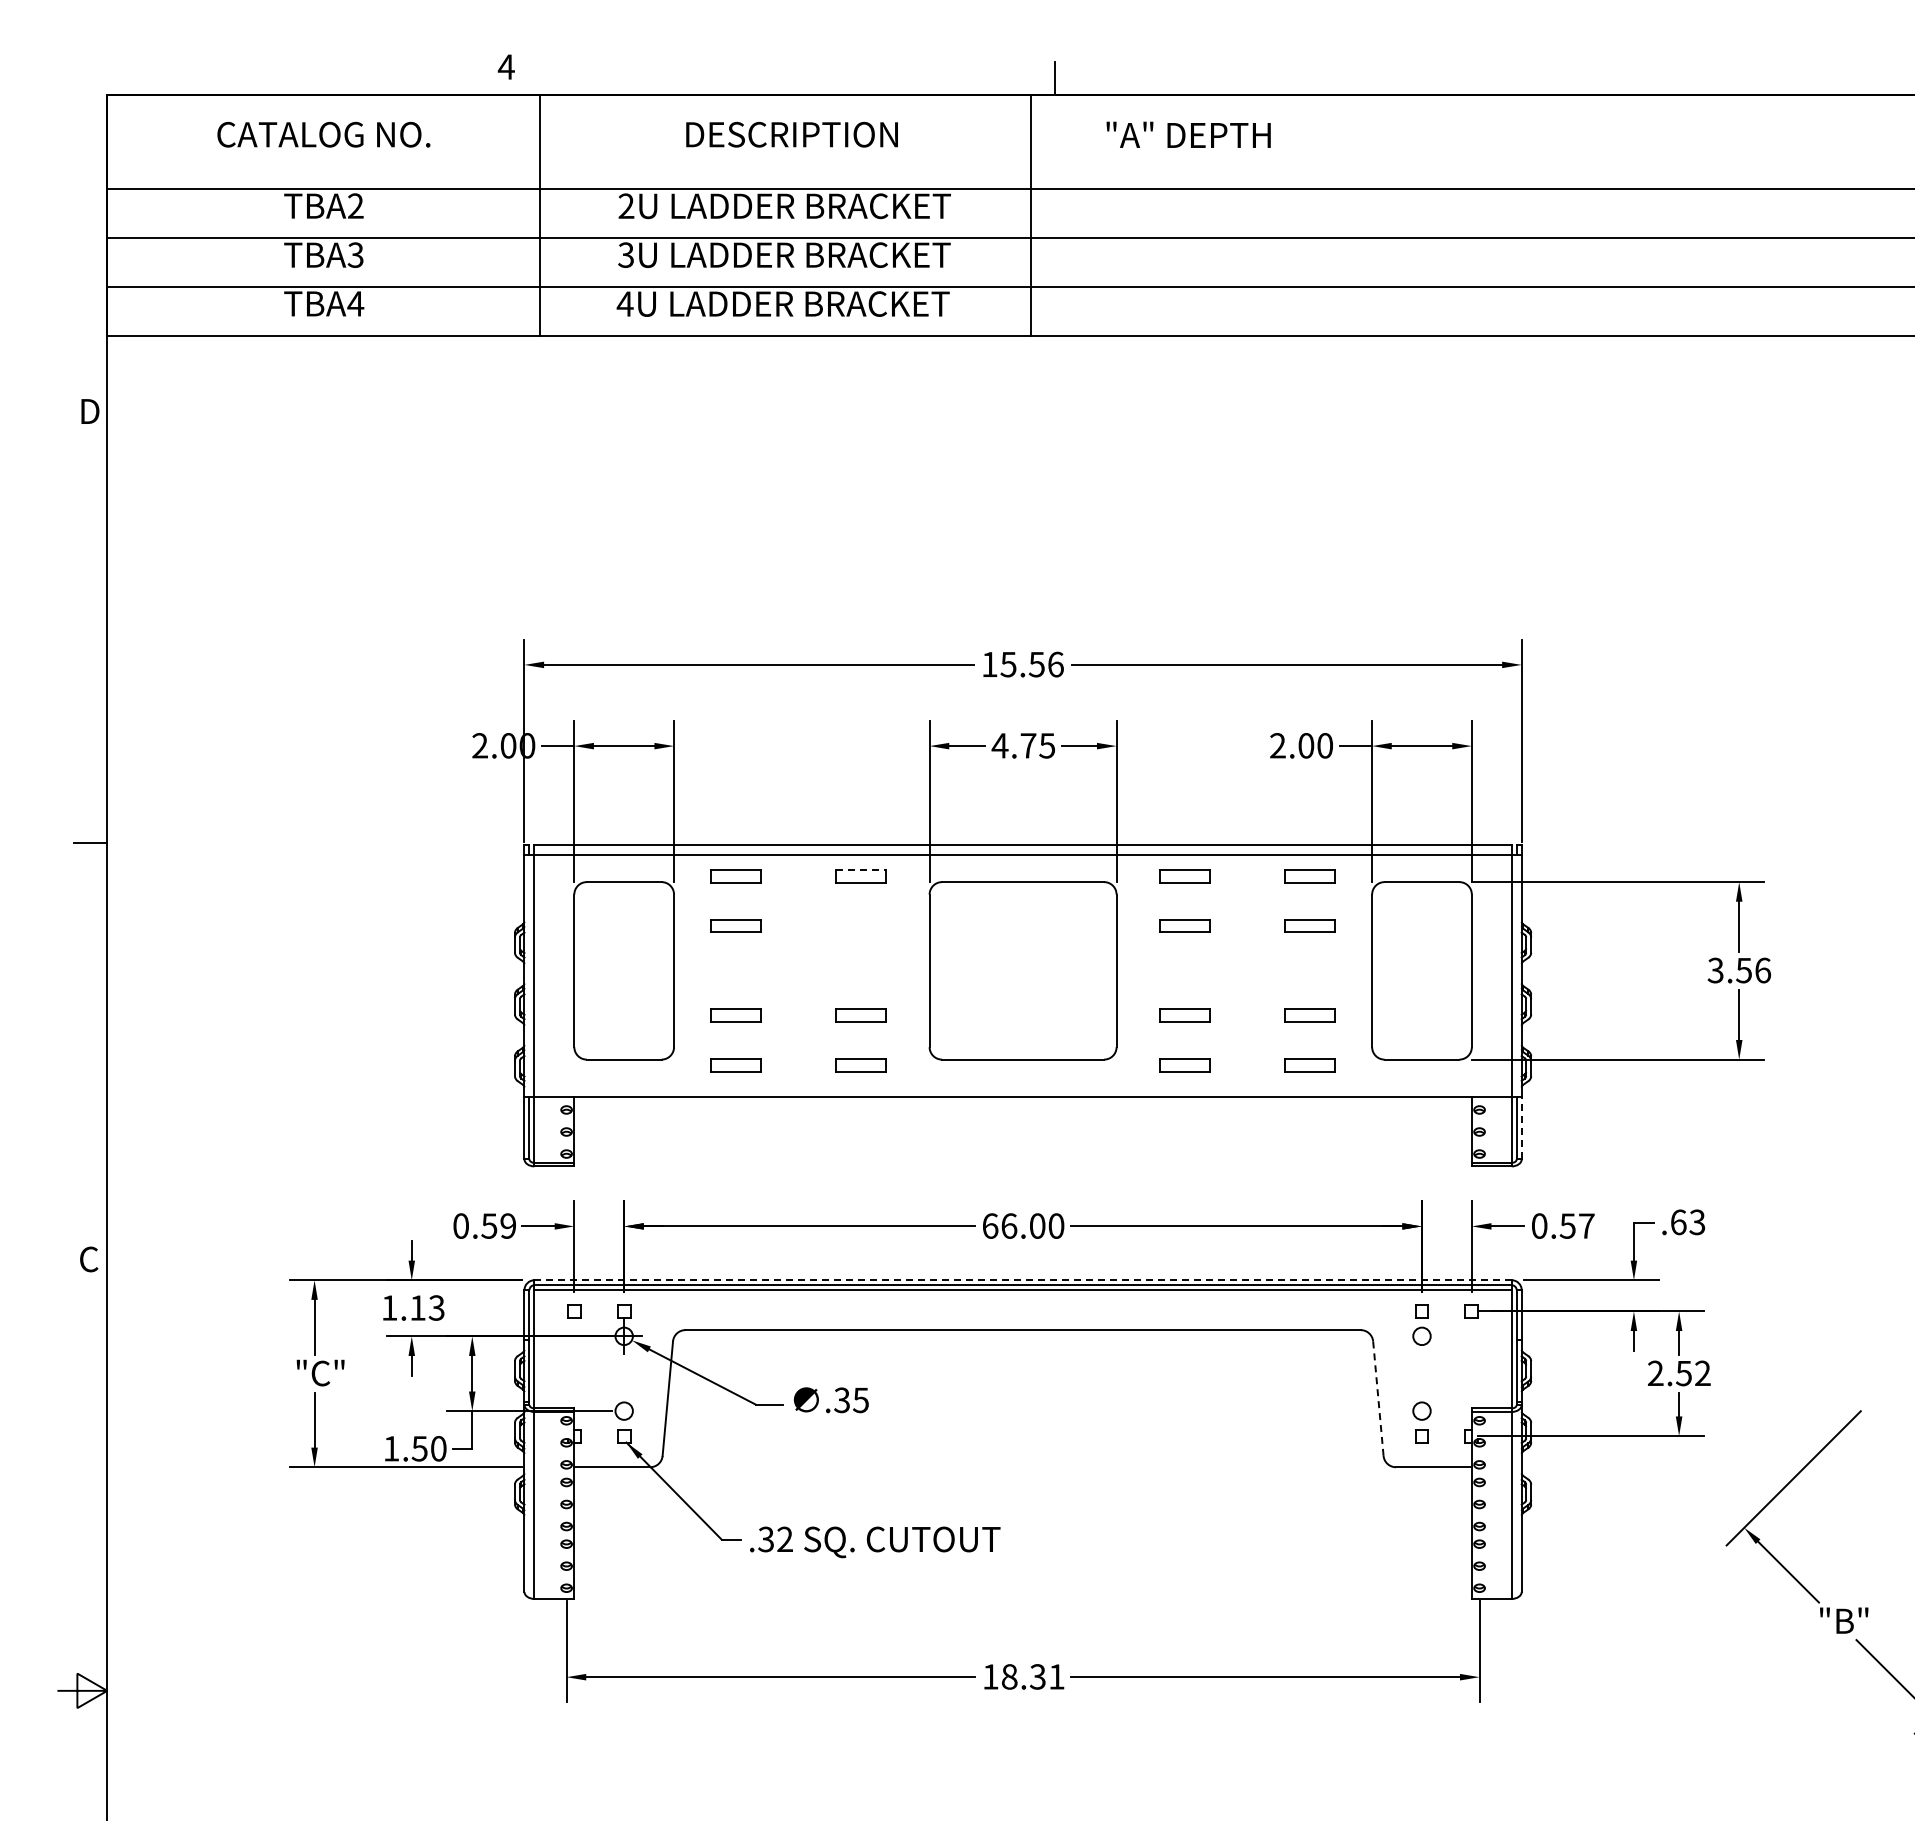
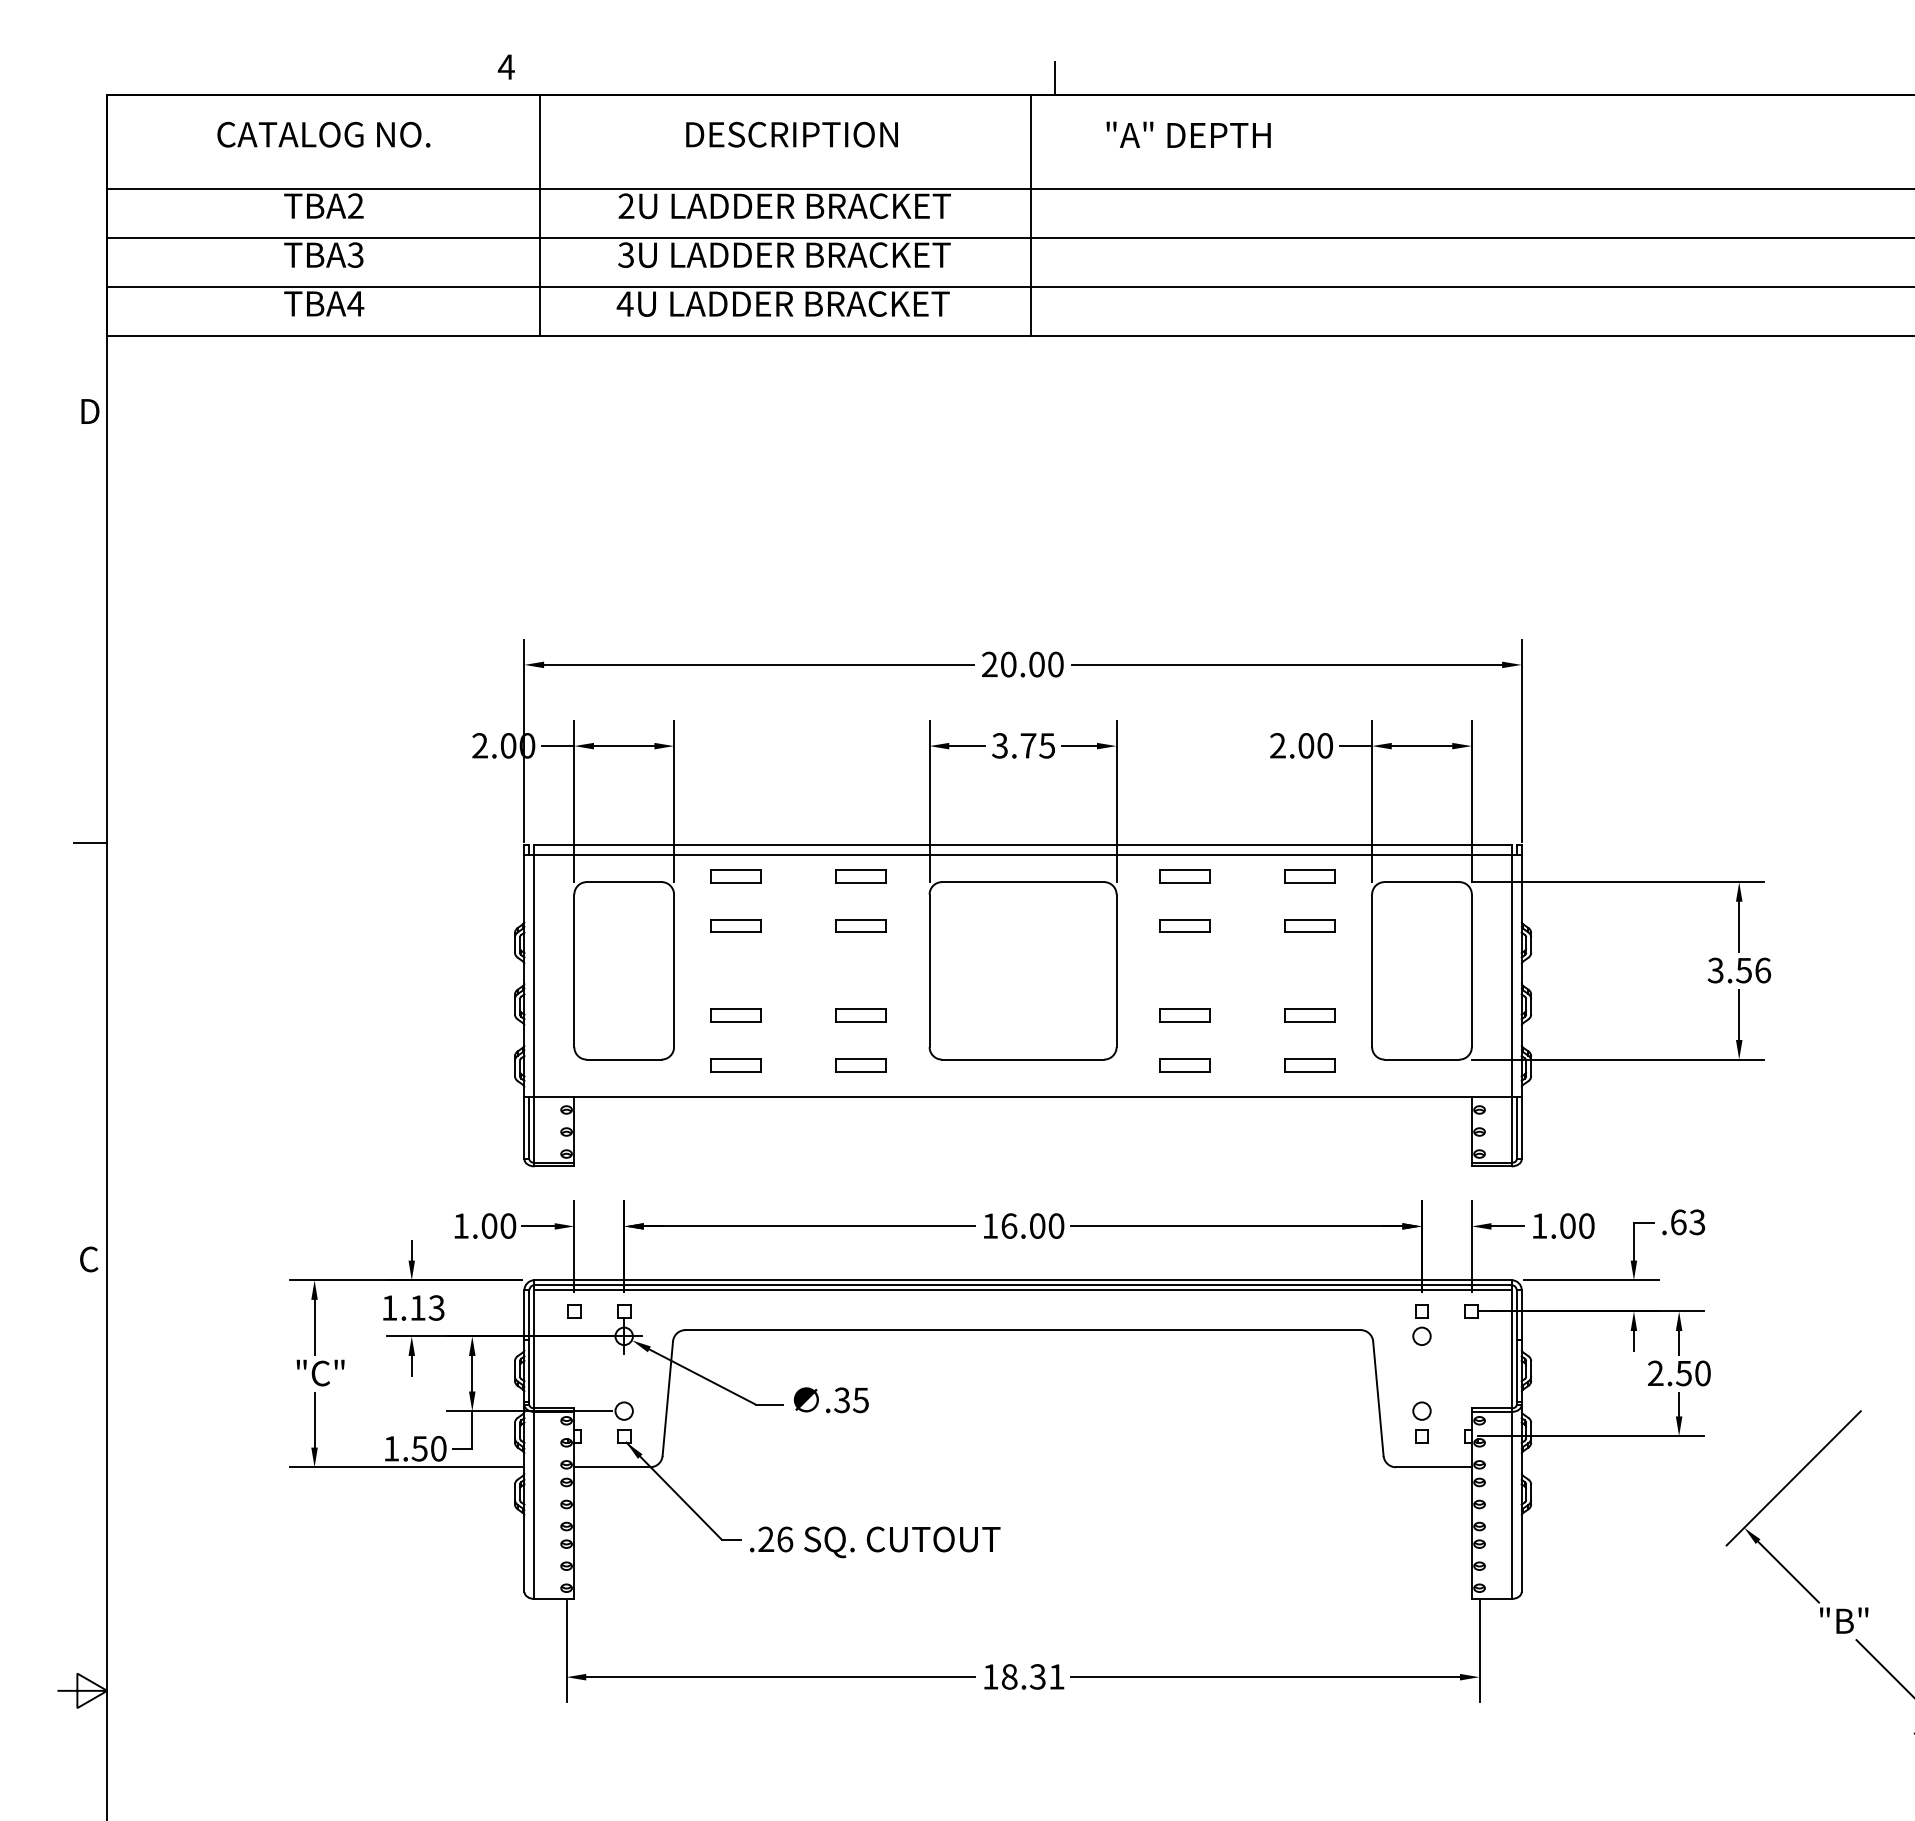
text at (1022, 664): 15.56 -> 20.00
text at (999, 745): 4.75 -> 3.75
line at (861, 869): dashed -> solid
part at (860, 925): none -> present
line at (1521, 1127): dashed -> solid
text at (484, 1225): 0.59 -> 1.00
text at (990, 1225): 66.00 -> 16.00
text at (1563, 1225): 0.57 -> 1.00
line at (1023, 1280): dashed -> solid
text at (1702, 1373): 2.52 -> 2.50
line at (1378, 1399): dashed -> solid
text at (775, 1539): .32 -> .26
